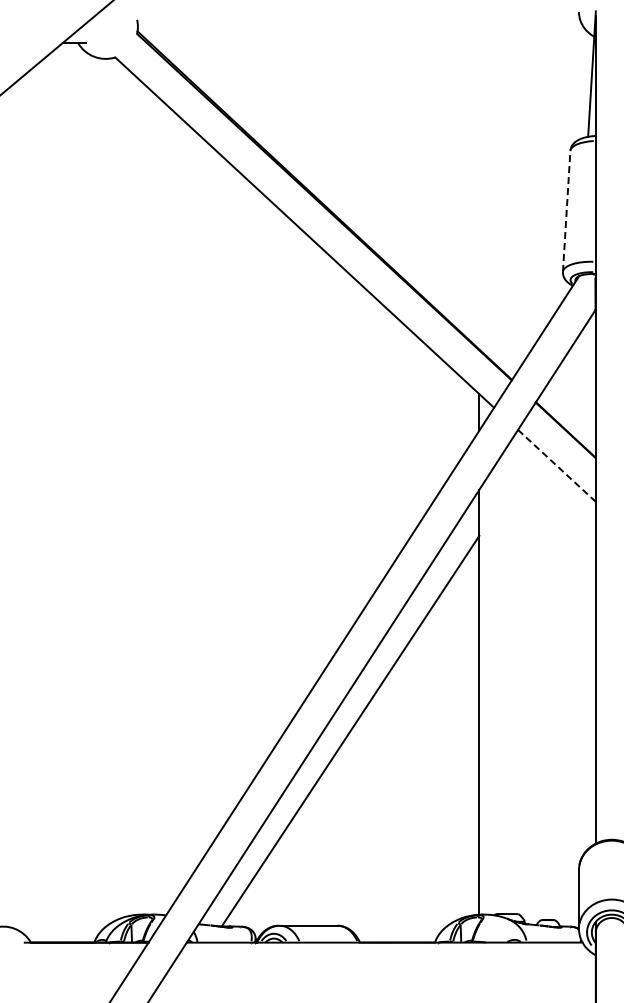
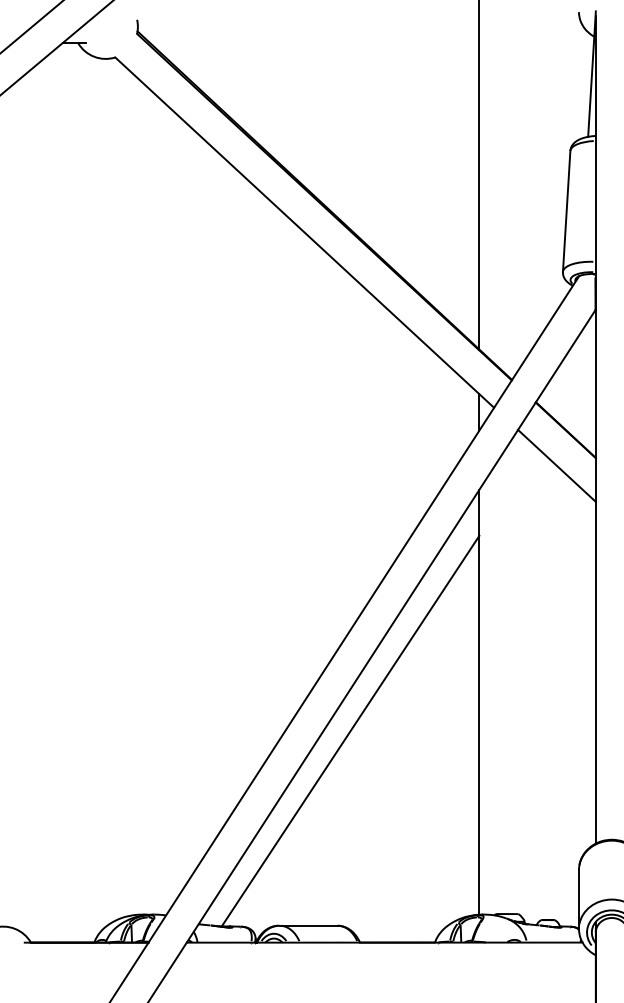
line at (31, 26): none -> present
line at (479, 175): none -> present
line at (566, 211): dashed -> solid
line at (556, 465): dashed -> solid
